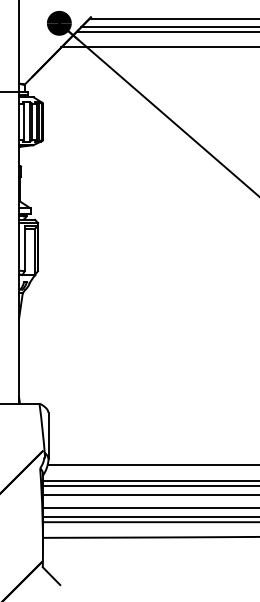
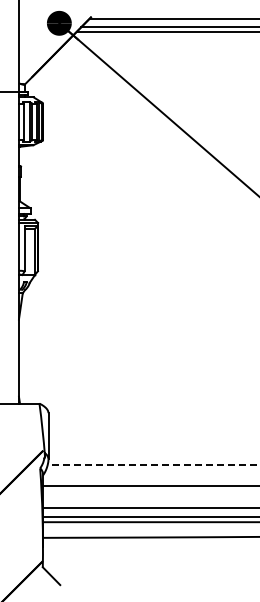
line at (158, 47): present -> none
line at (153, 464): solid -> dashed
line at (149, 480): present -> none
line at (149, 494): present -> none
